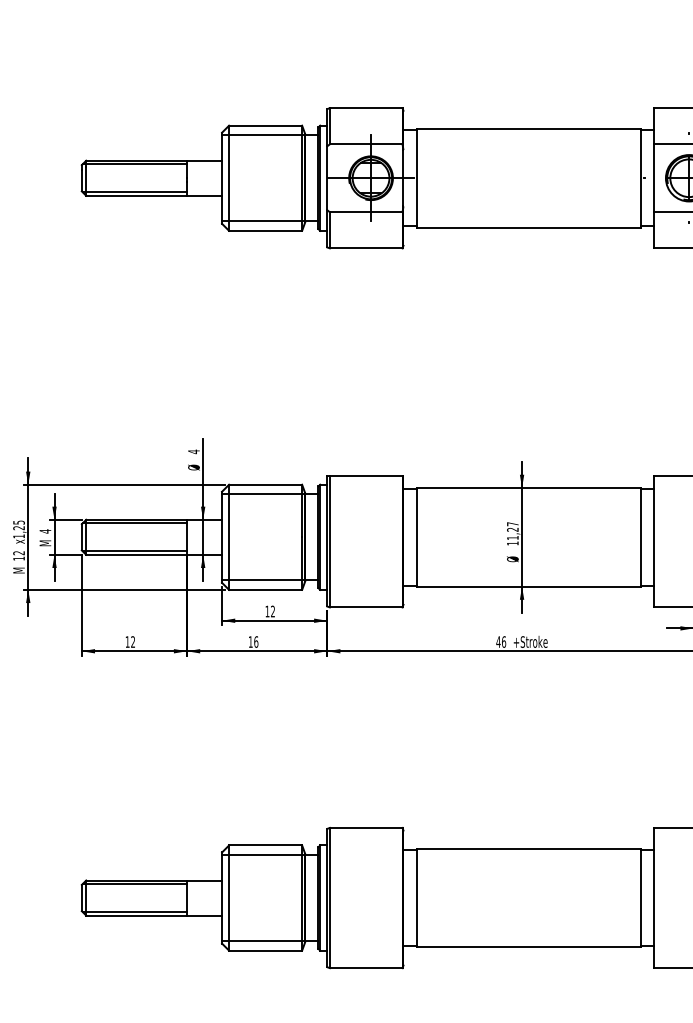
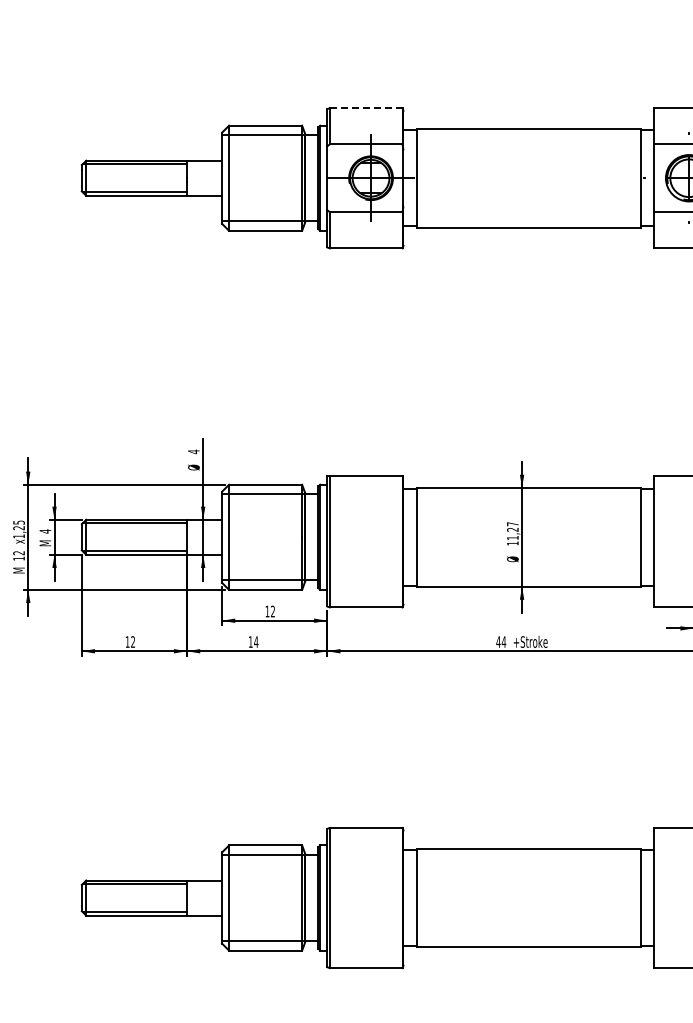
line at (365, 108): solid -> dashed
text at (256, 641): 16 -> 14
text at (503, 641): 46 -> 44
